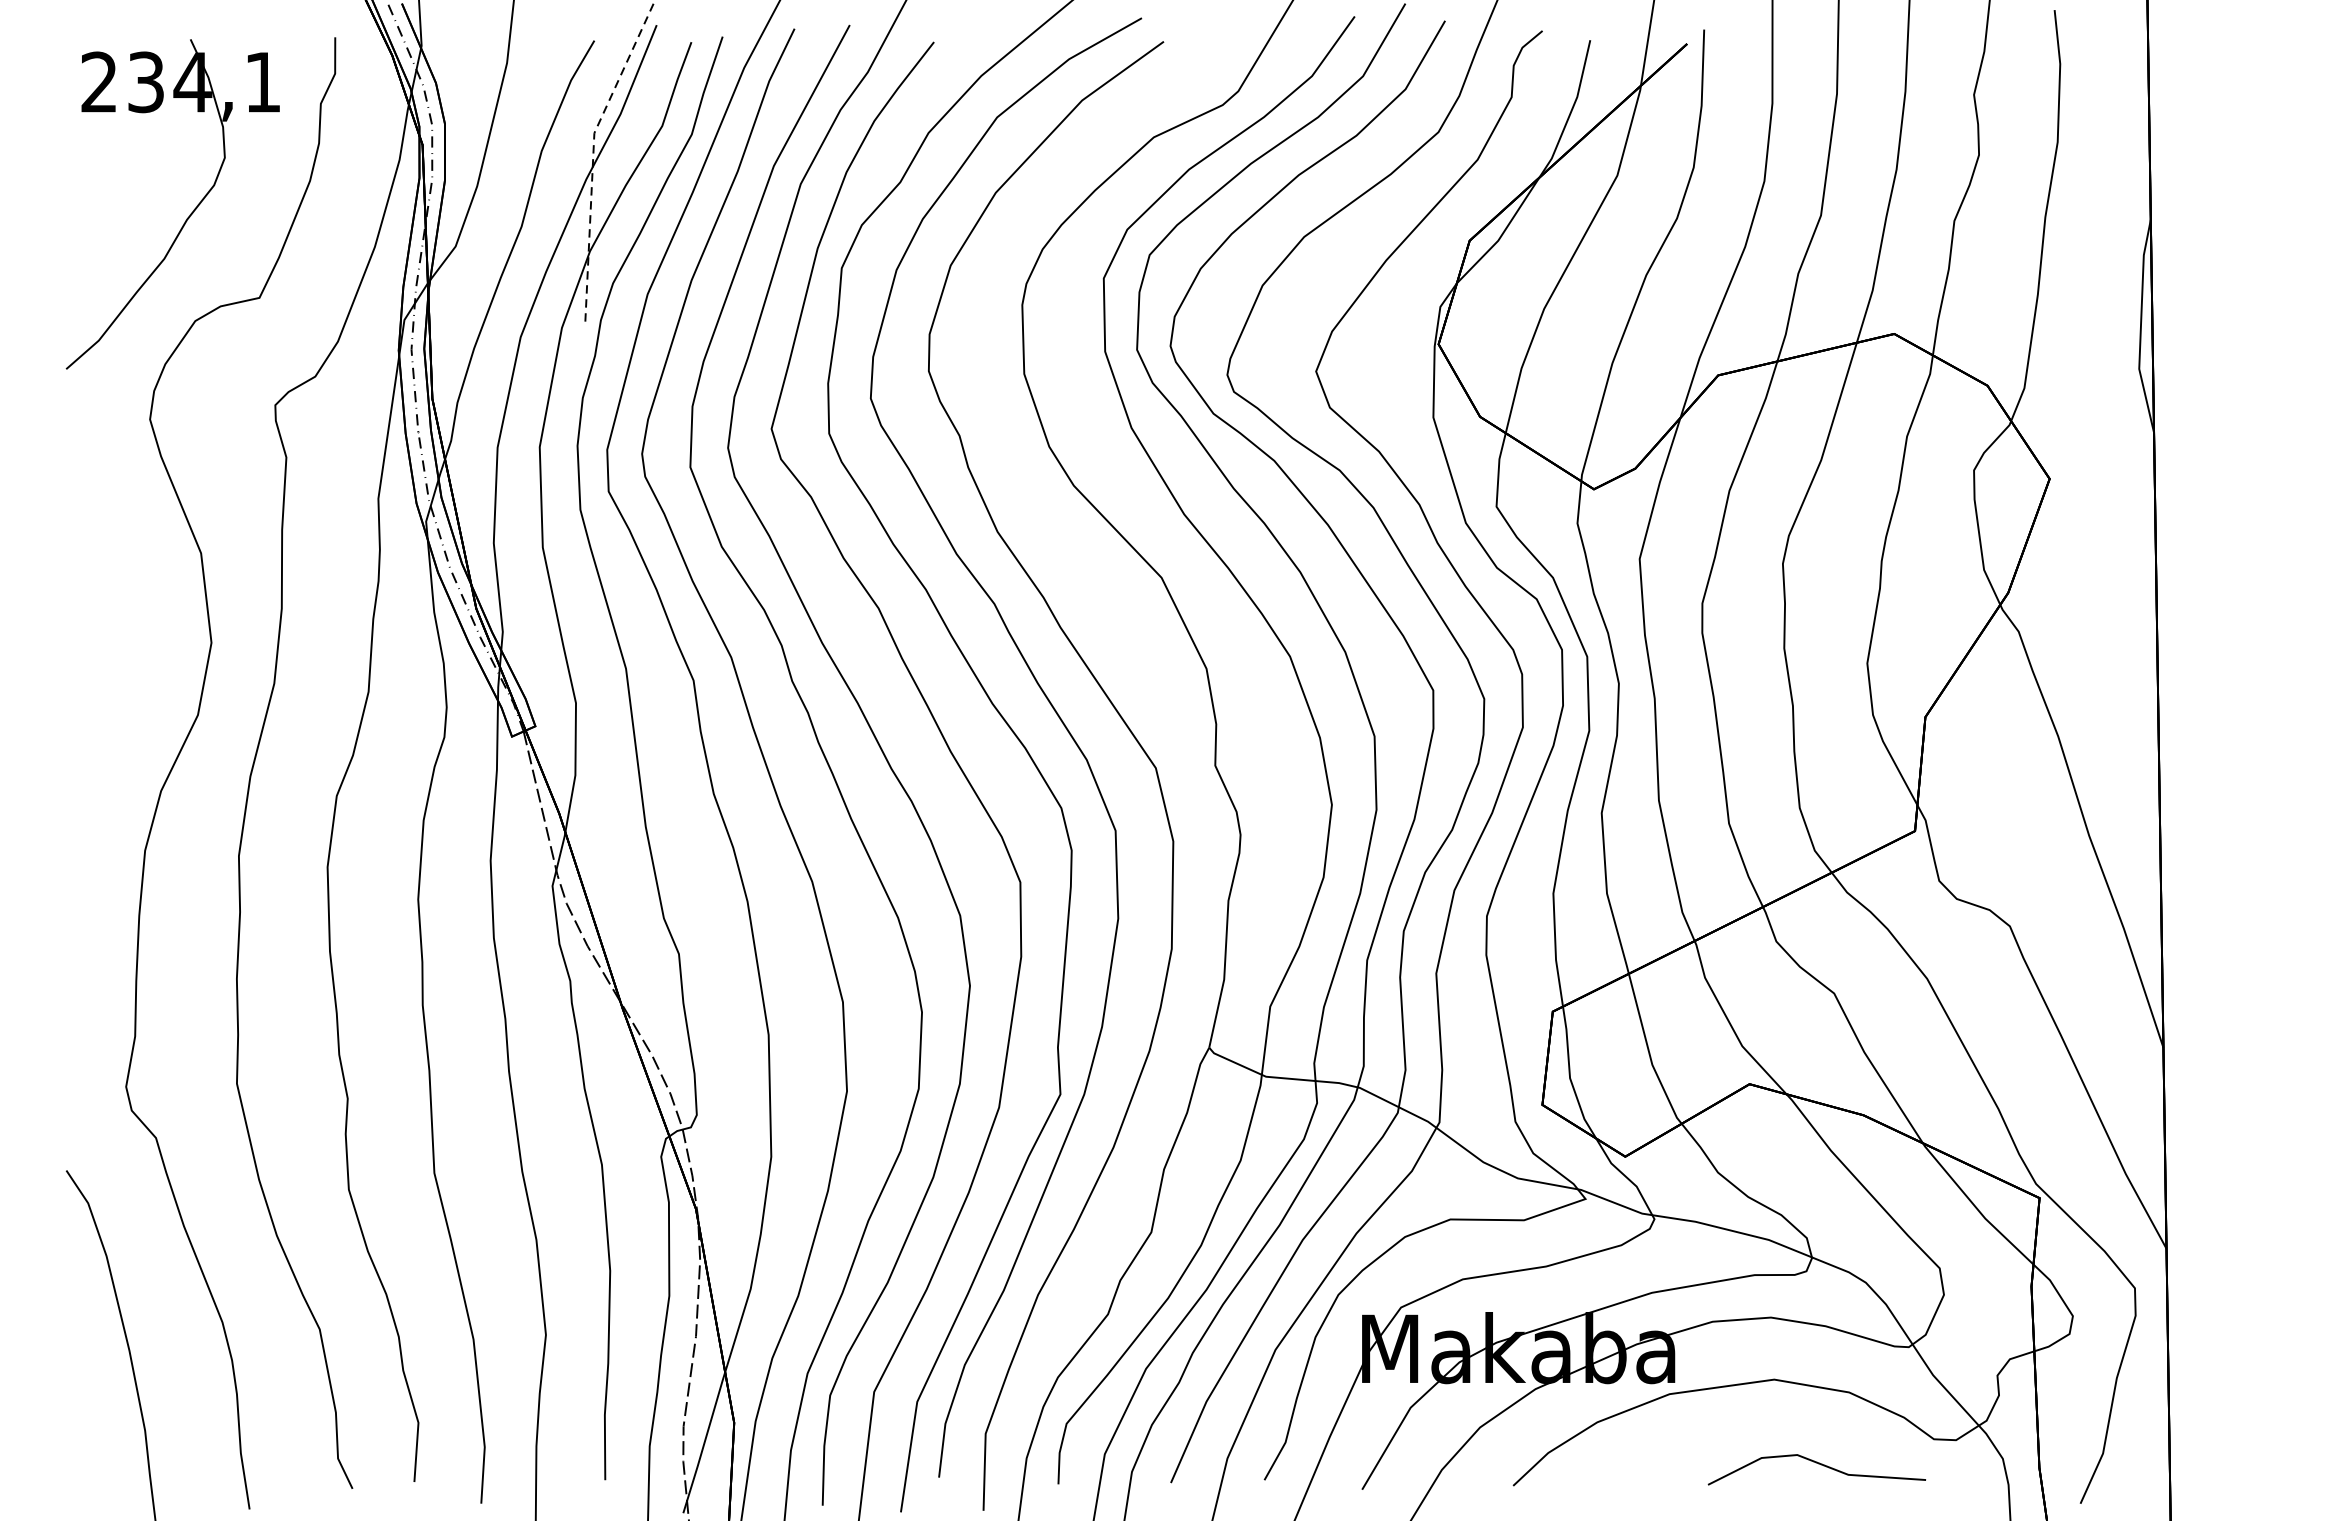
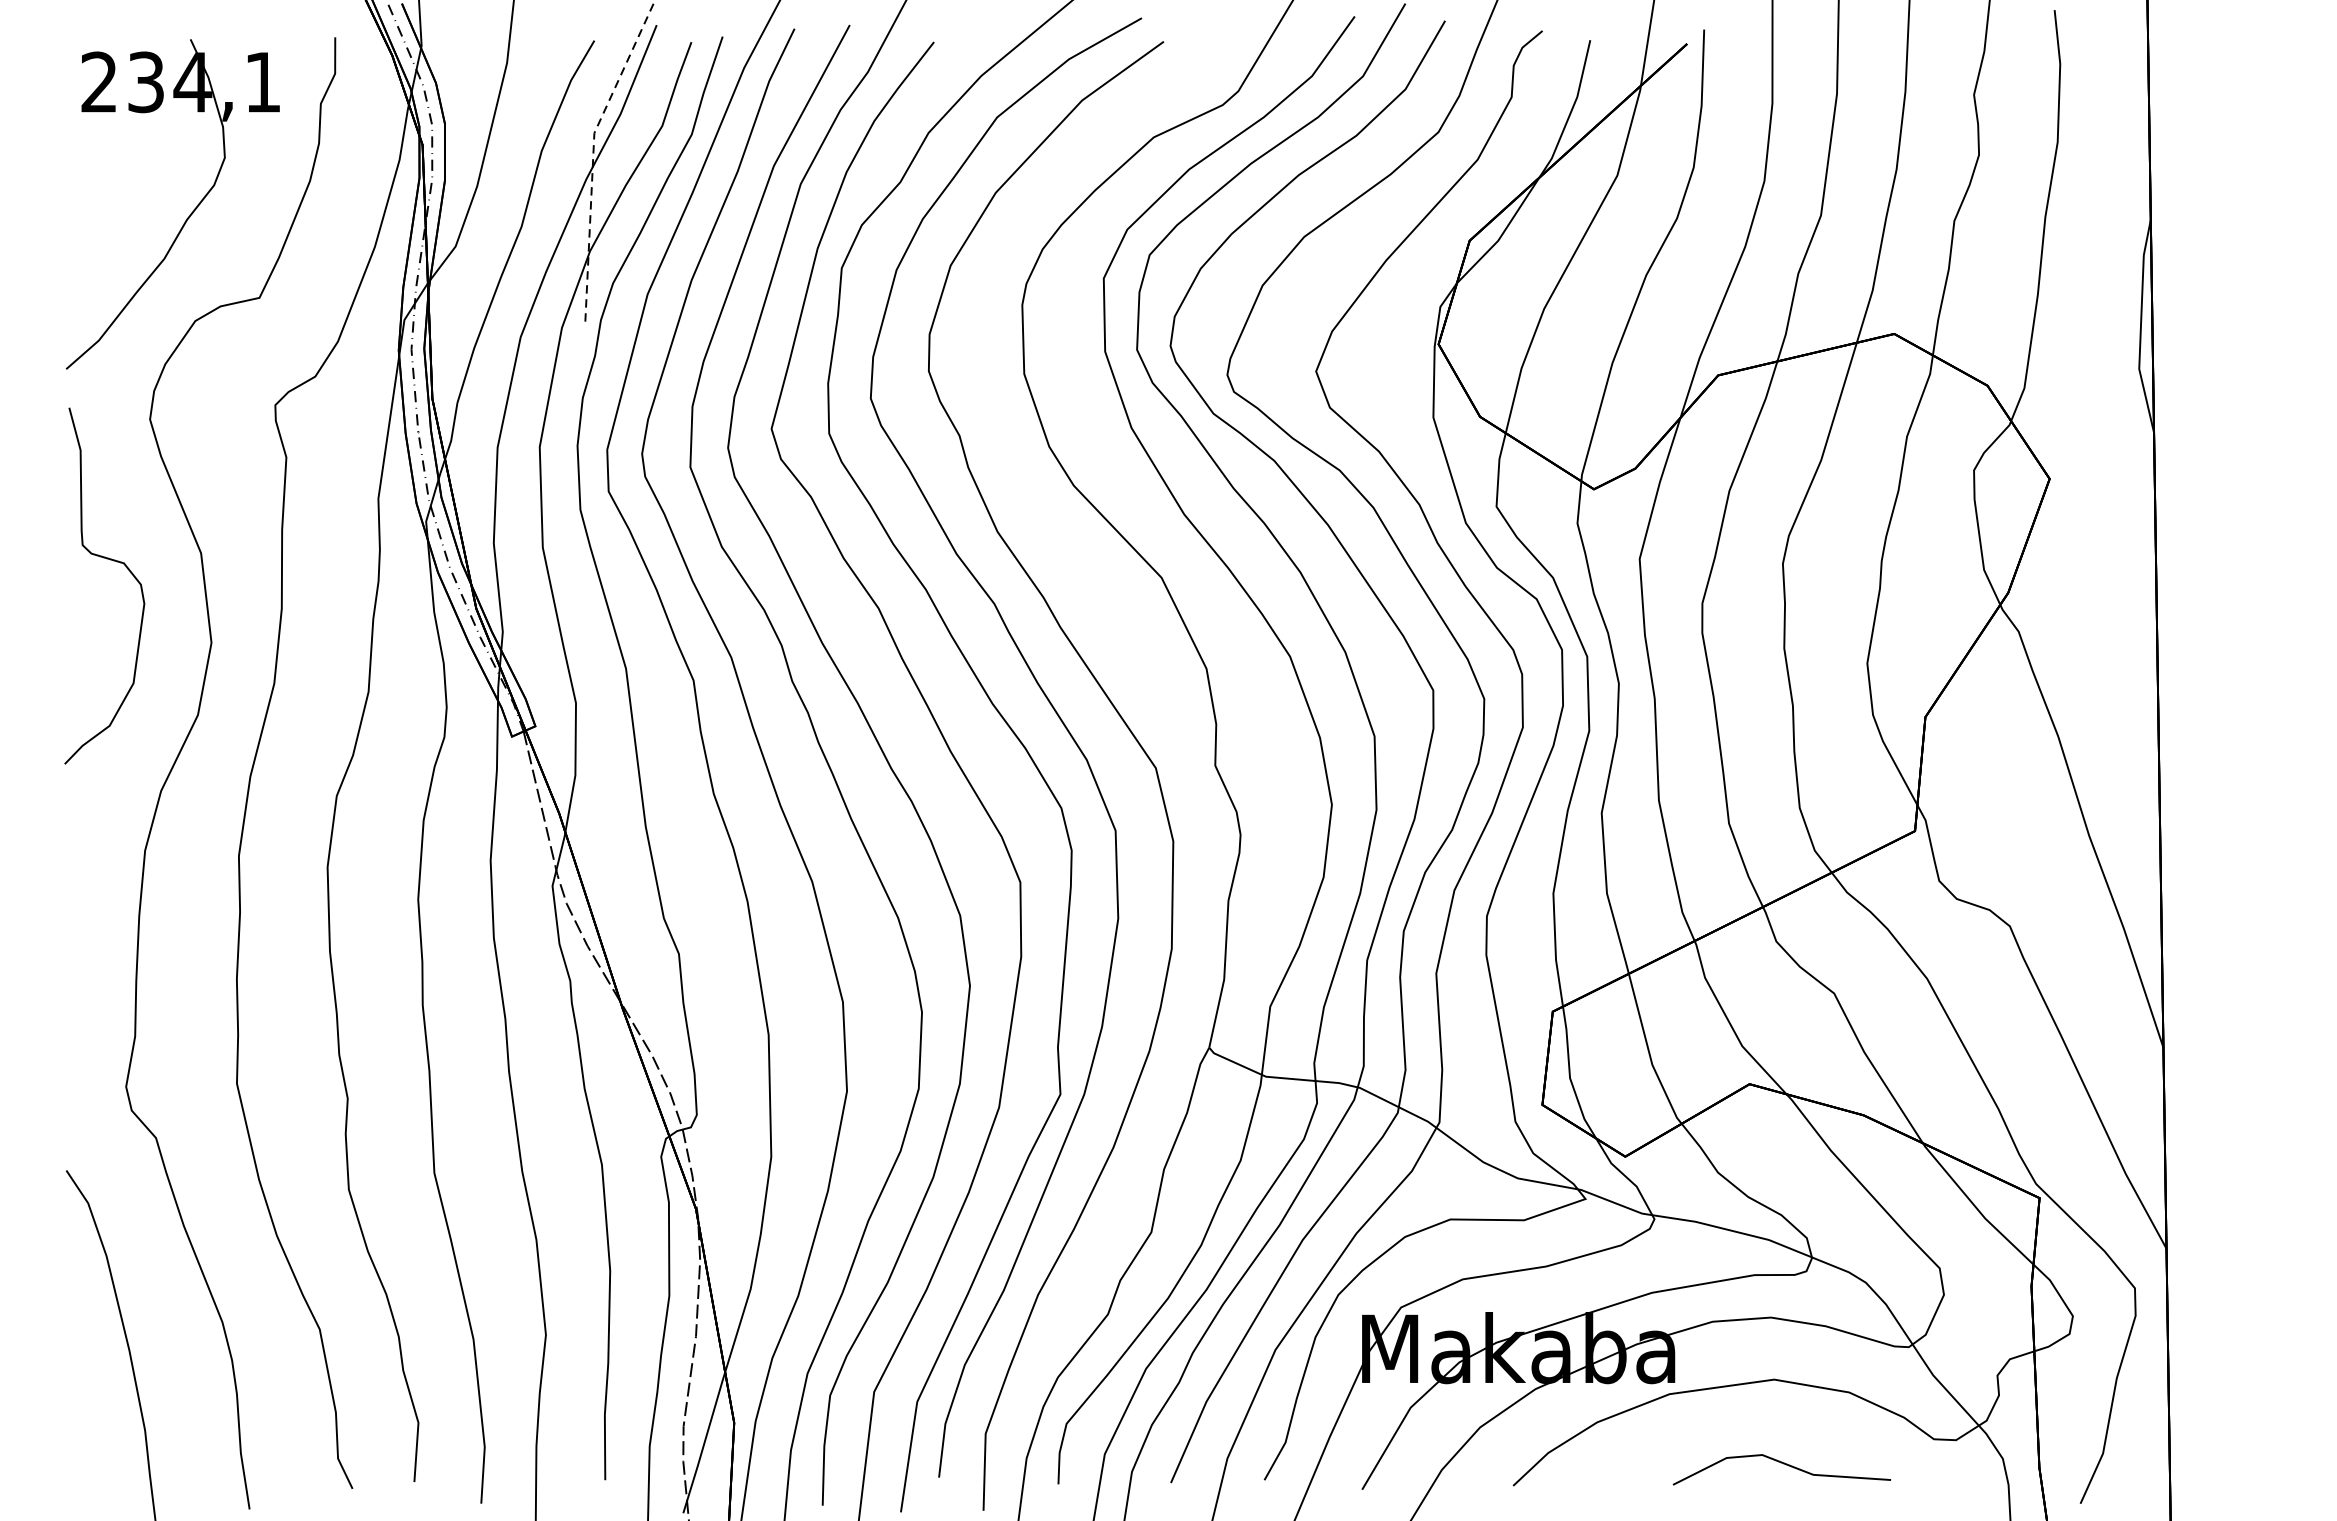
curve at (113, 561): none -> present
line at (1818, 1464) position: (1818, 1464) -> (1783, 1464)
